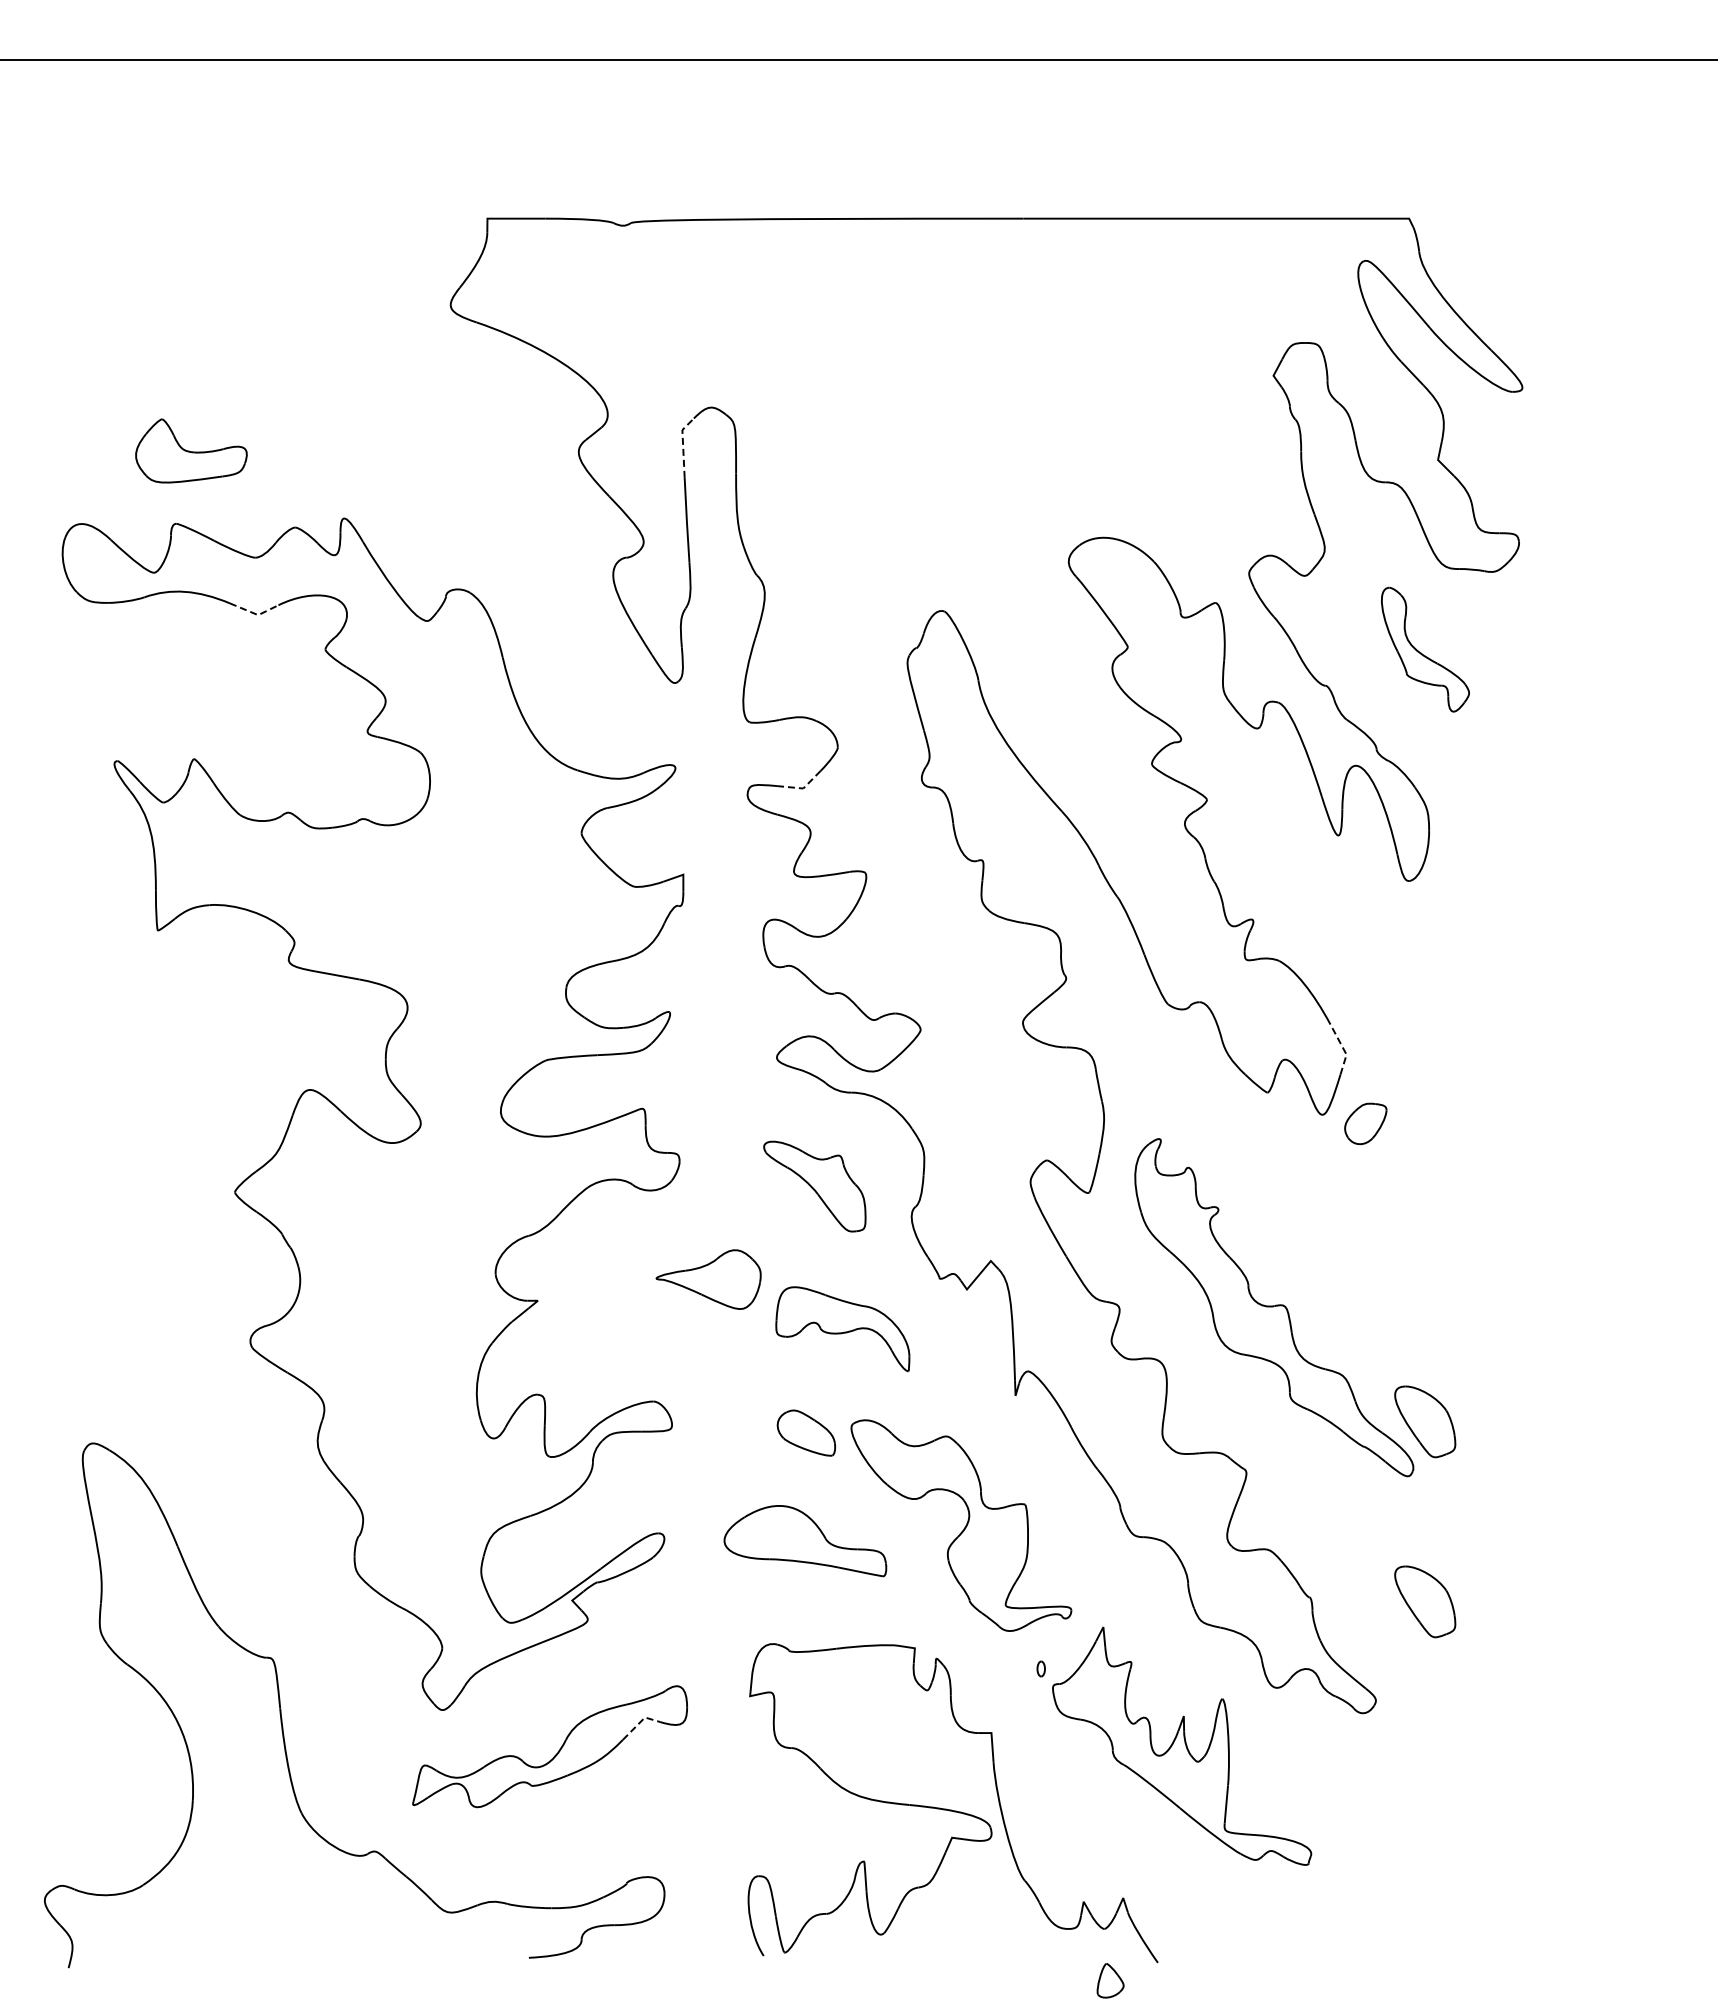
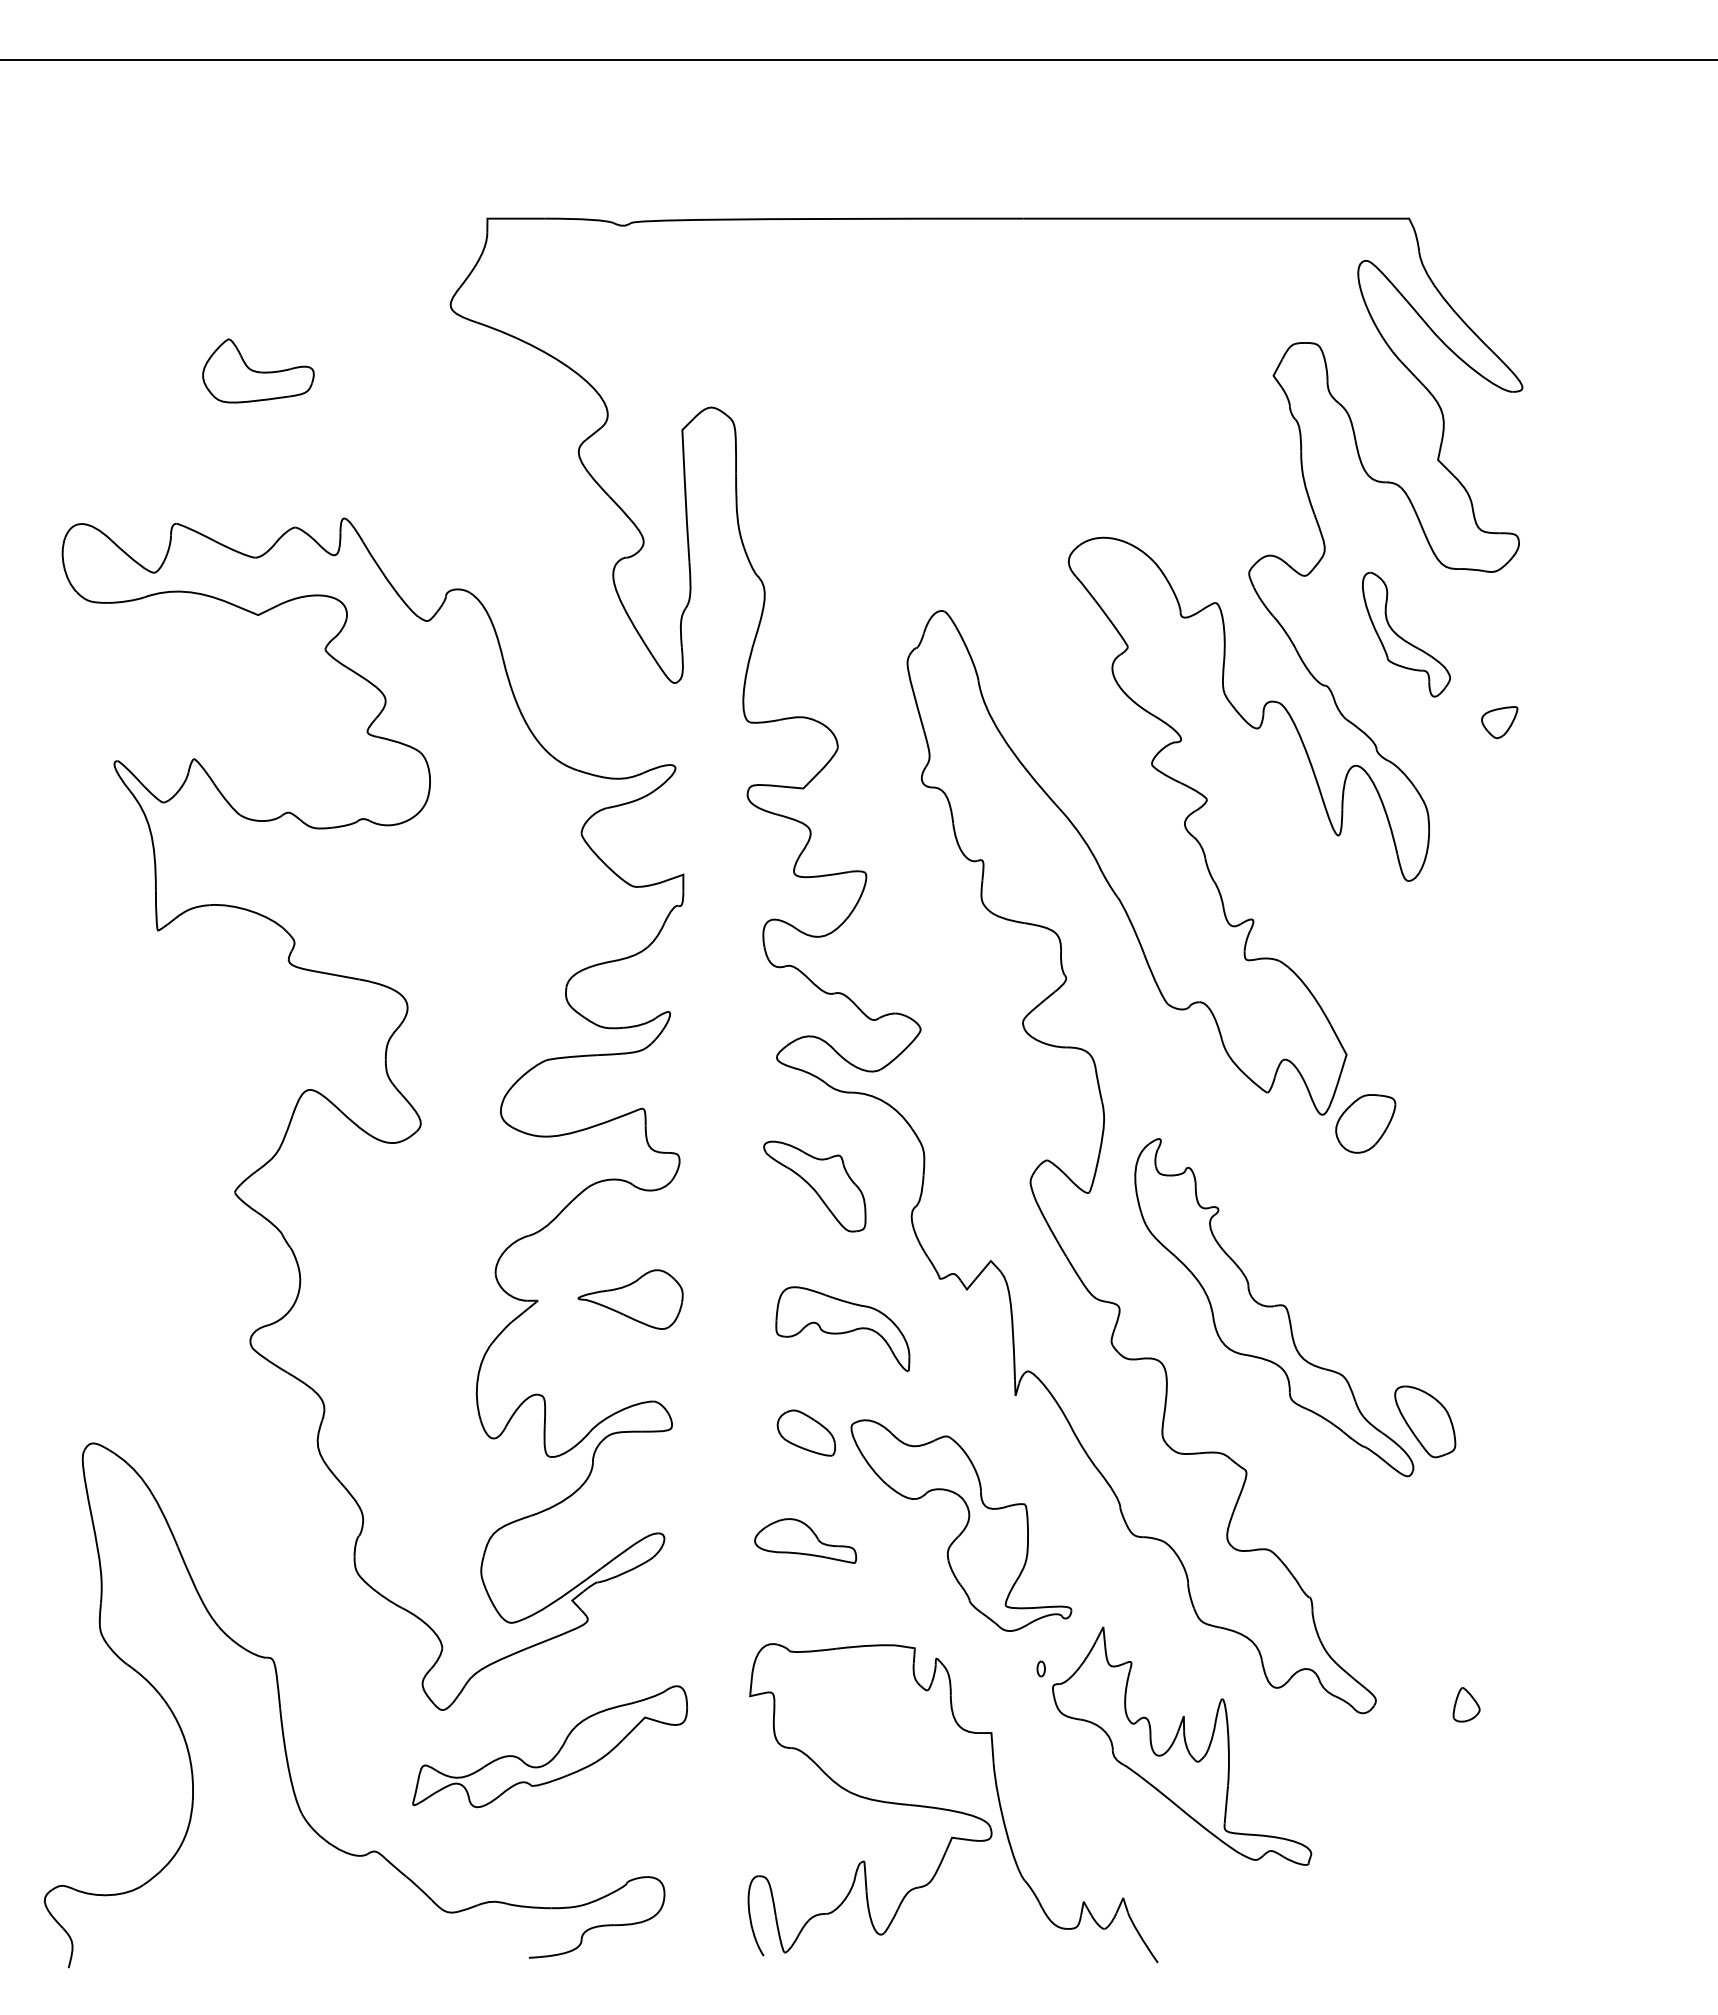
line at (683, 444): dashed -> solid
part at (191, 450) position: (191, 450) -> (258, 370)
line at (255, 614): dashed -> solid
part at (1425, 649) position: (1425, 649) -> (1406, 634)
part at (1499, 722): none -> present
line at (802, 788): dashed -> solid
line at (1343, 1048): dashed -> solid
part at (1365, 1123) size: 44x44 px -> 62x60 px
part at (708, 1279) position: (708, 1279) -> (630, 1299)
part at (805, 1541) size: 165x73 px -> 104x46 px
part at (1425, 1601): present -> none
line at (640, 1722): dashed -> solid
part at (1110, 1980) position: (1110, 1980) -> (1466, 1704)
